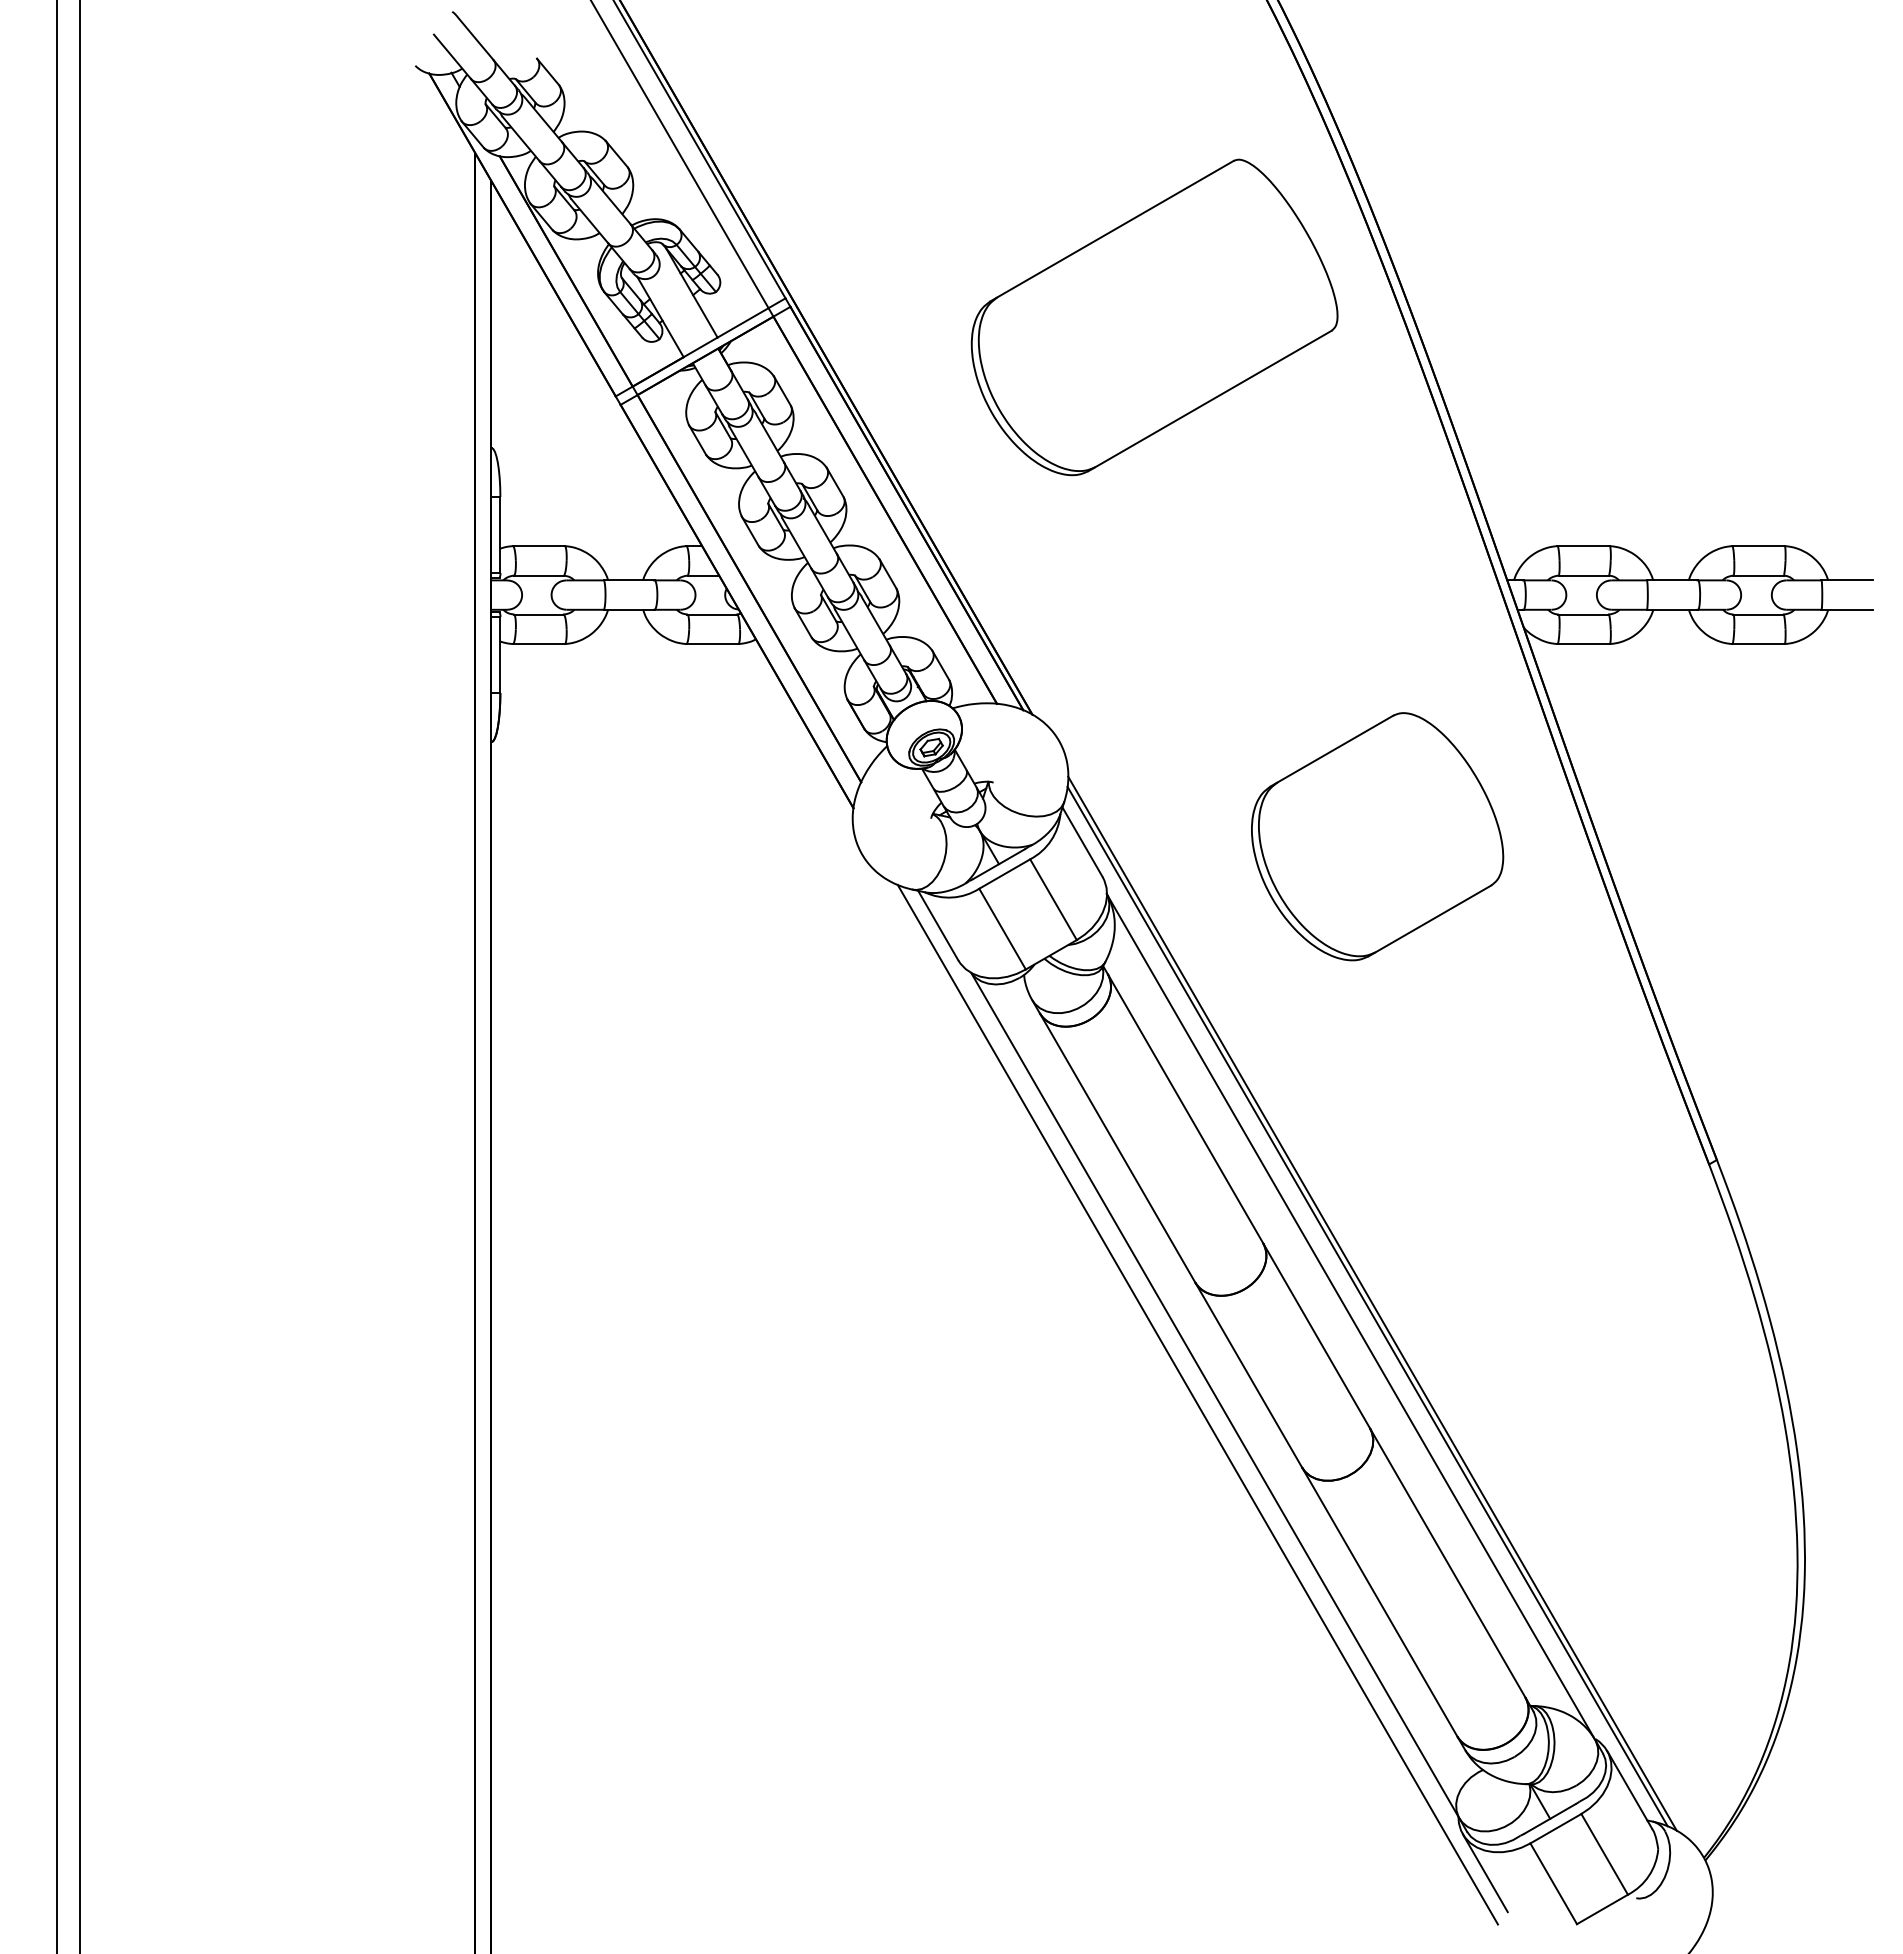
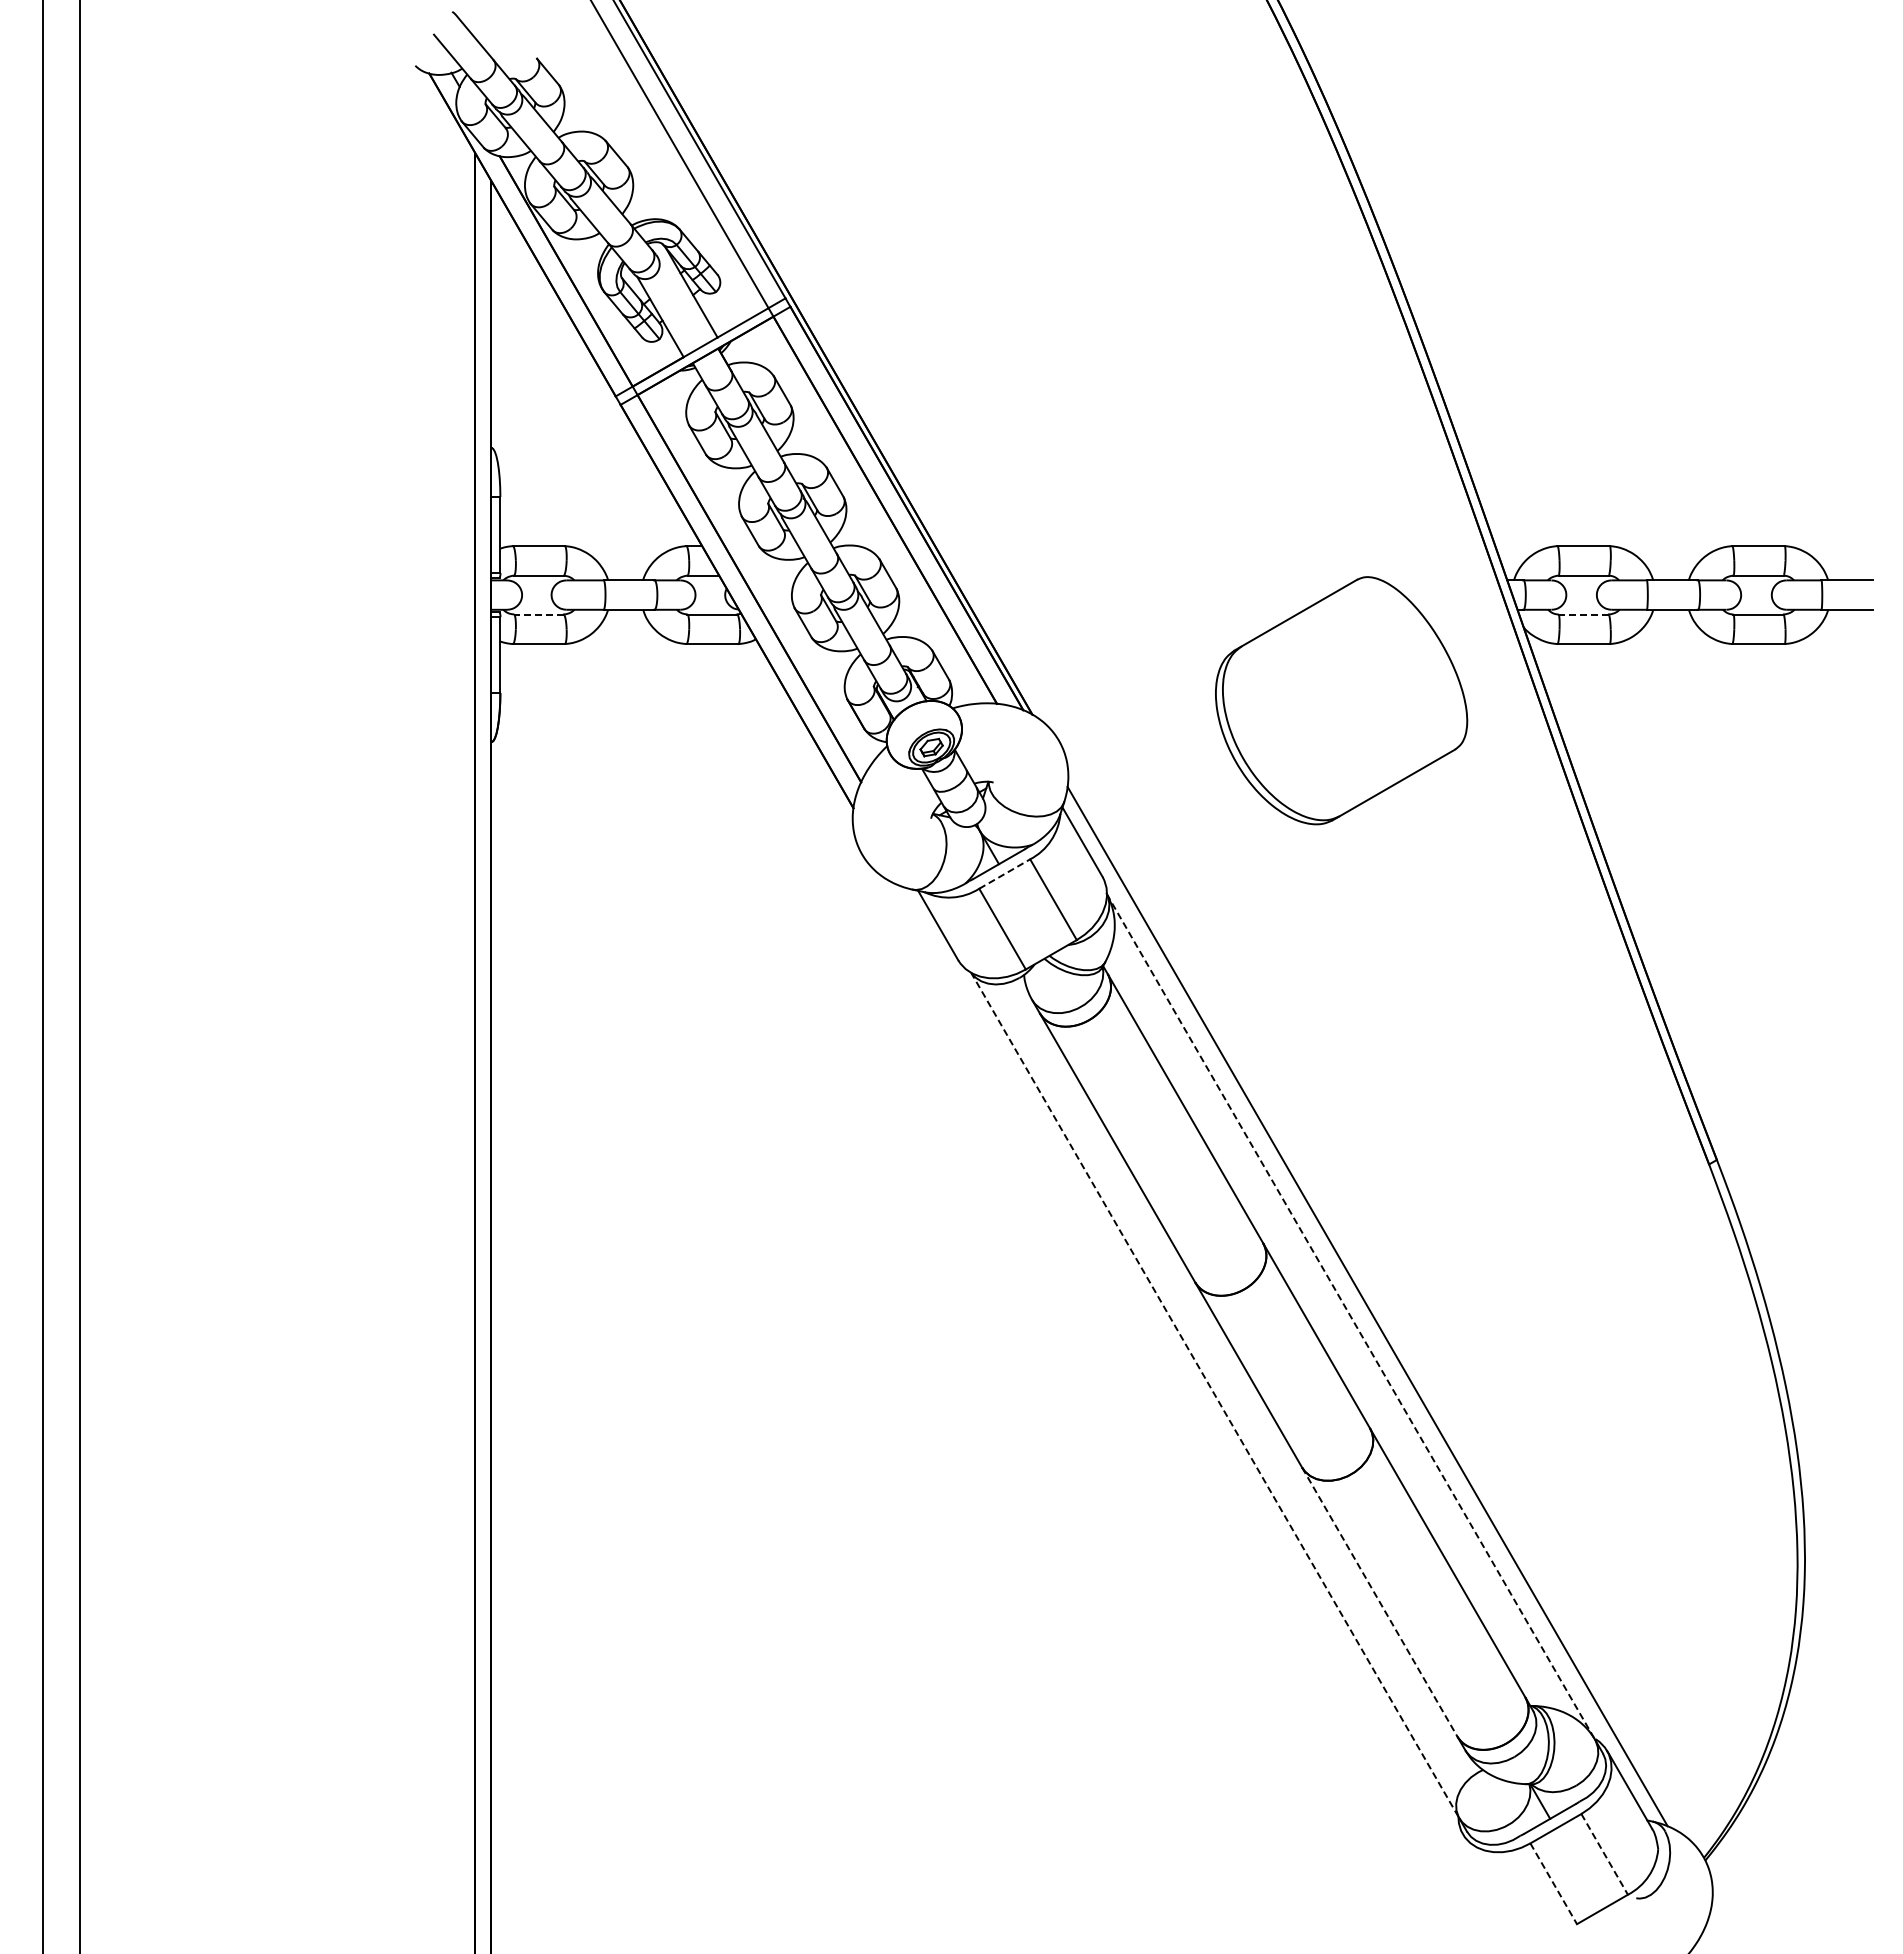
part at (1154, 317): present -> none
line at (538, 614): solid -> dashed
line at (1582, 614): solid -> dashed
part at (1377, 836) position: (1377, 836) -> (1341, 700)
line at (1005, 873): solid -> dashed
line at (56, 976) position: (56, 976) -> (42, 976)
line at (1372, 1303): present -> none
line at (1350, 1315): solid -> dashed
line at (1214, 1394): solid -> dashed
line at (1197, 1404): present -> none
line at (1380, 1602): solid -> dashed
line at (1604, 1854): solid -> dashed
line at (1484, 1873): present -> none
line at (1553, 1883): solid -> dashed
